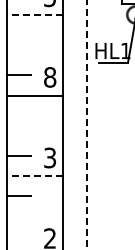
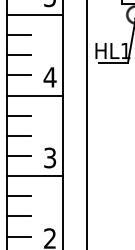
line at (34, 14): dashed -> solid
line at (18, 35): none -> present
line at (18, 55): none -> present
text at (49, 77): 8 -> 4
line at (18, 115): none -> present
line at (87, 125): dashed -> solid
line at (18, 135): none -> present
line at (34, 176): dashed -> solid
line at (18, 216): none -> present
line at (18, 236): none -> present
